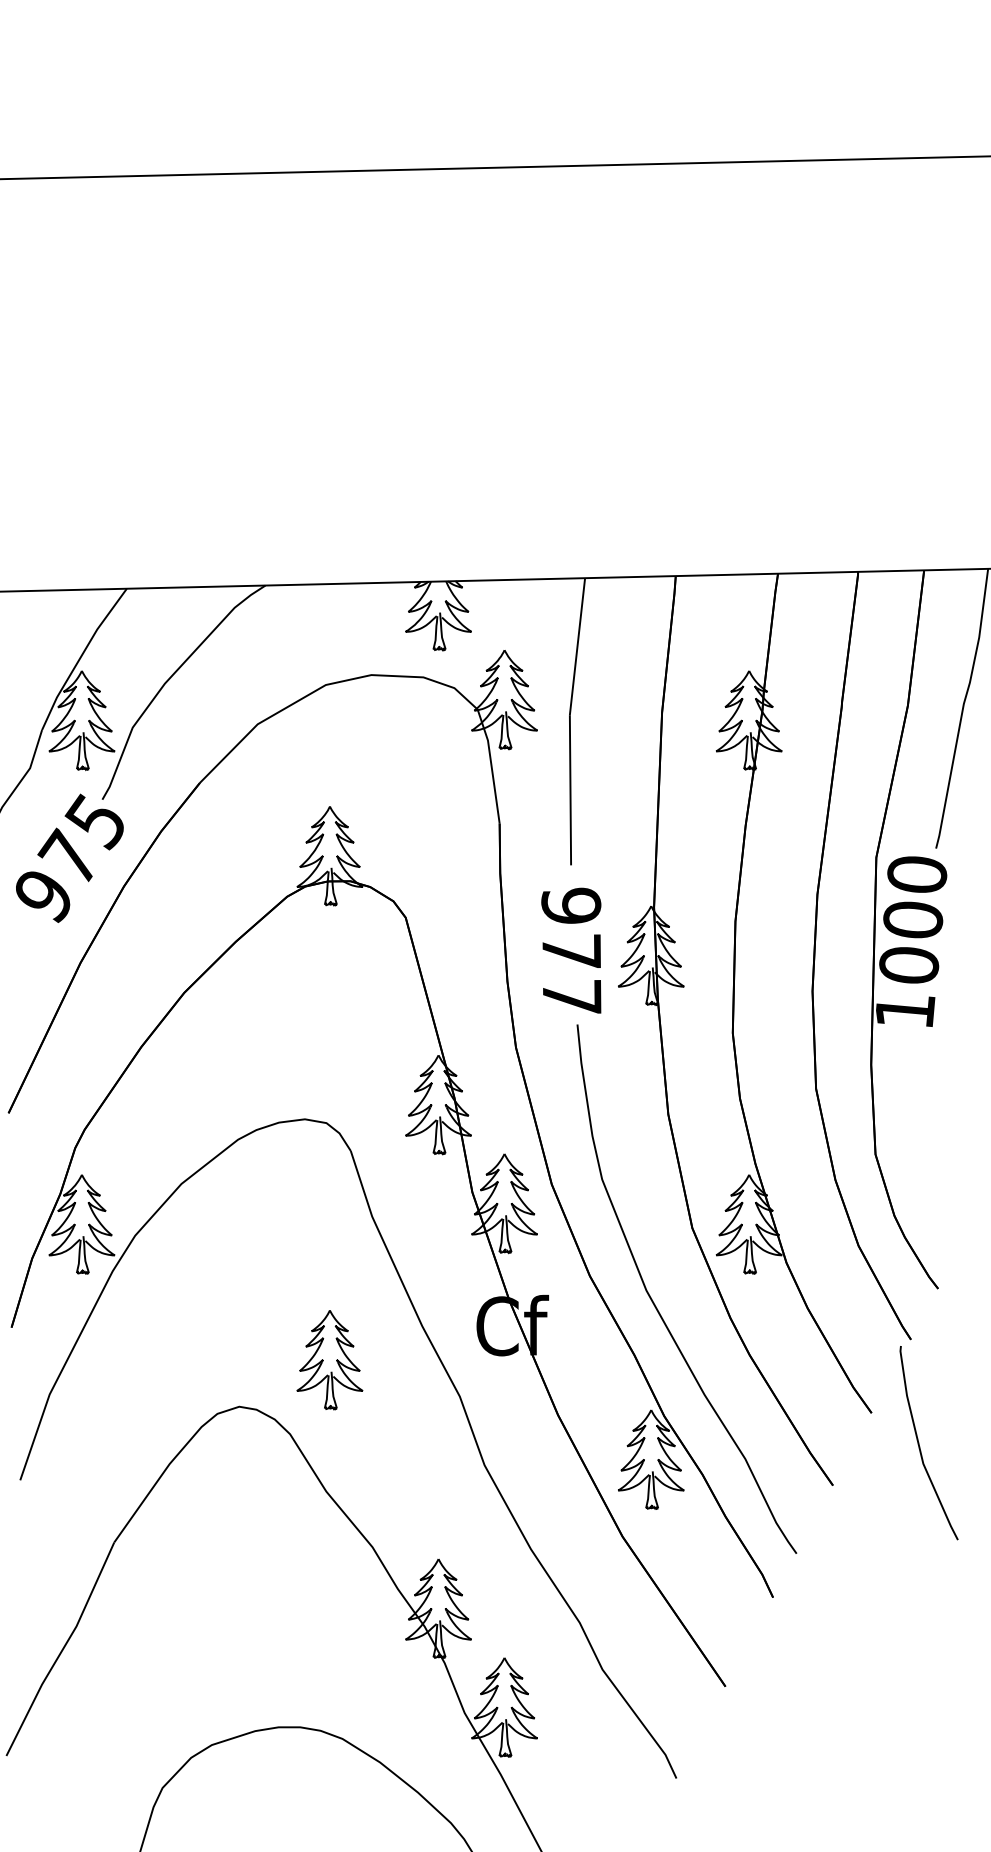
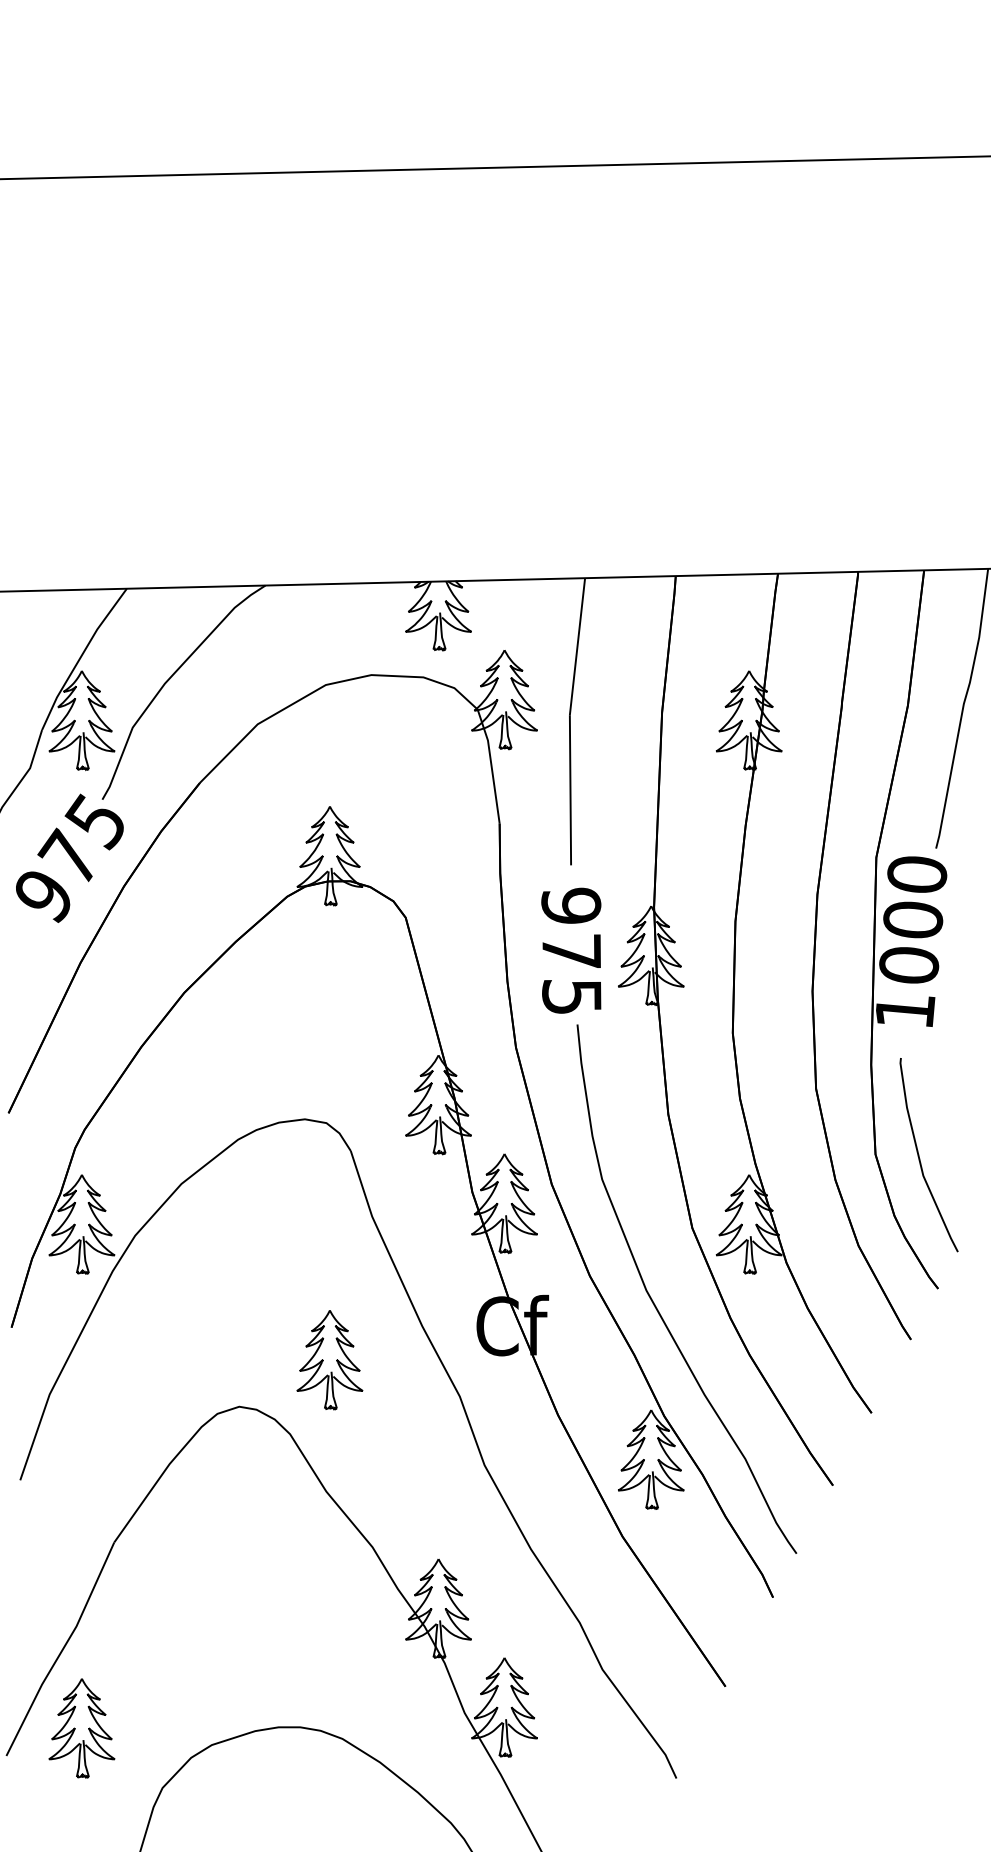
text at (571, 996): 977 -> 975
curve at (920, 1446) position: (920, 1446) -> (920, 1158)
part at (81, 1728): none -> present
